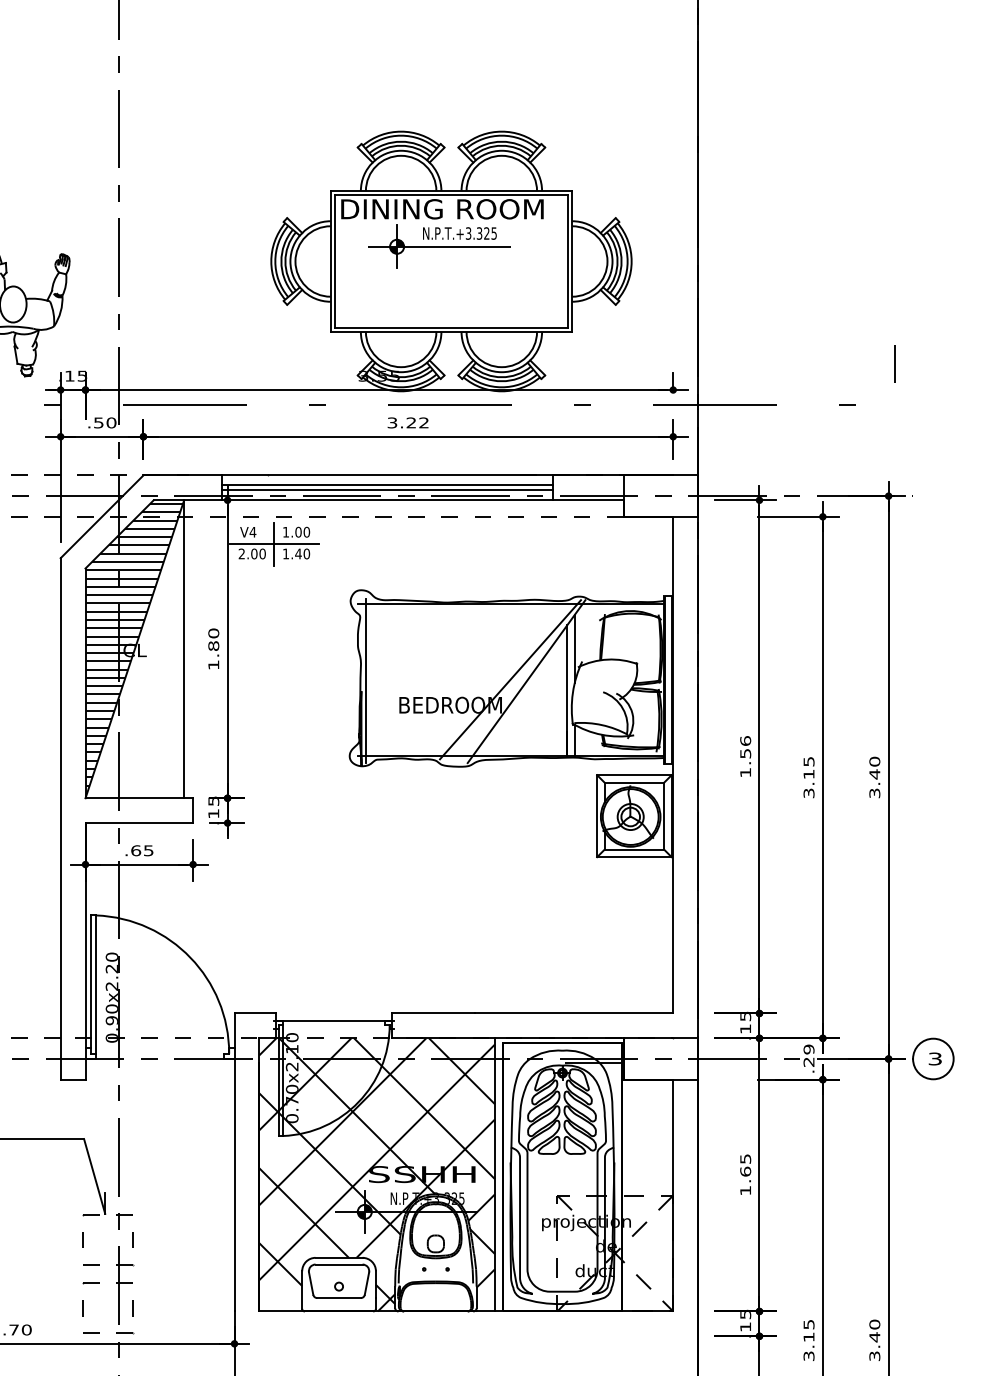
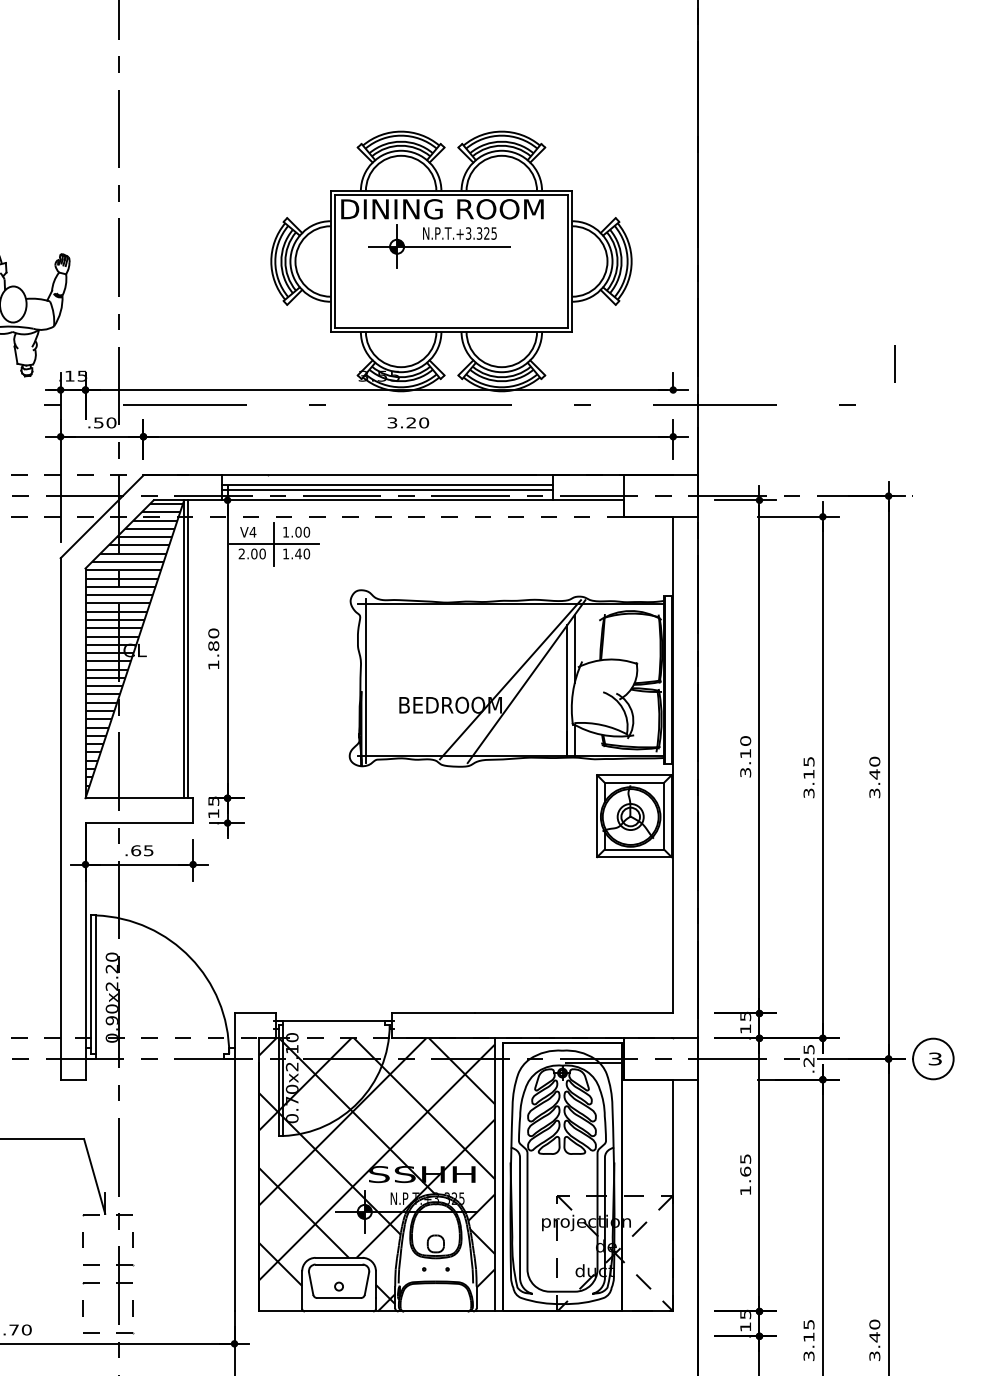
text at (424, 422): 3.22 -> 3.20
line at (187, 649): none -> present
text at (745, 756): 1.56 -> 3.10
text at (808, 1049): .29 -> .25
